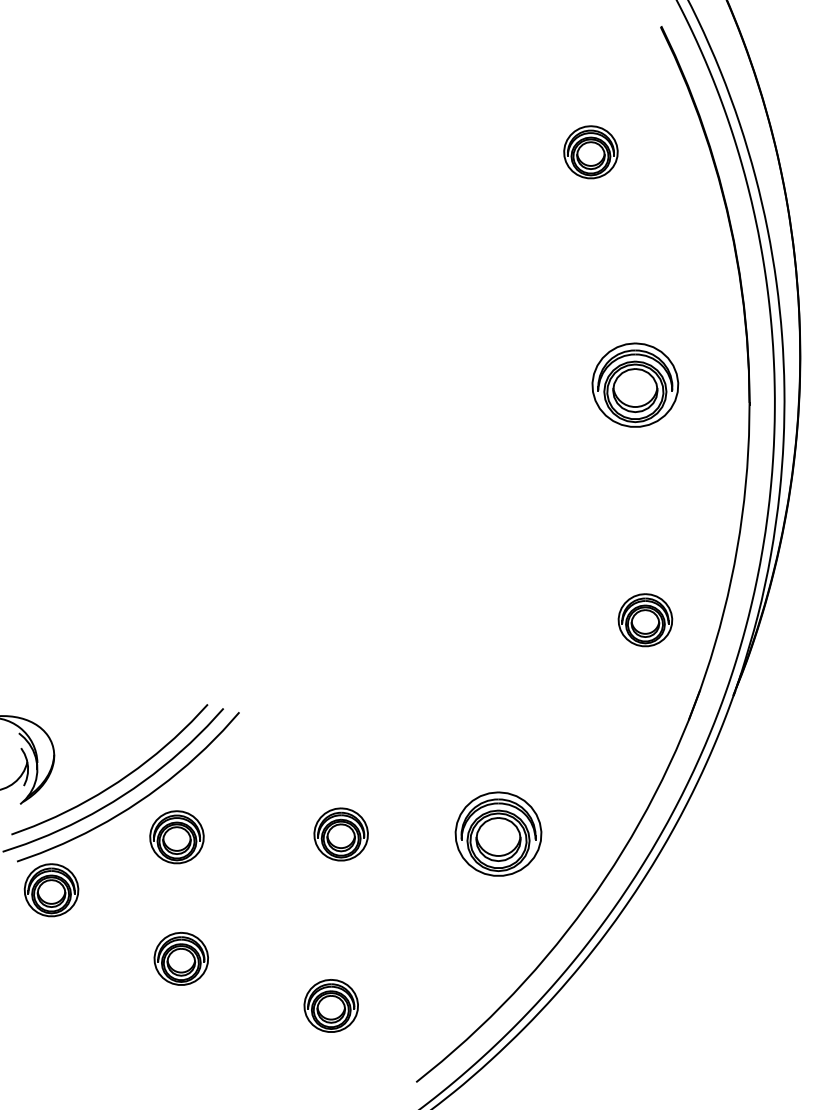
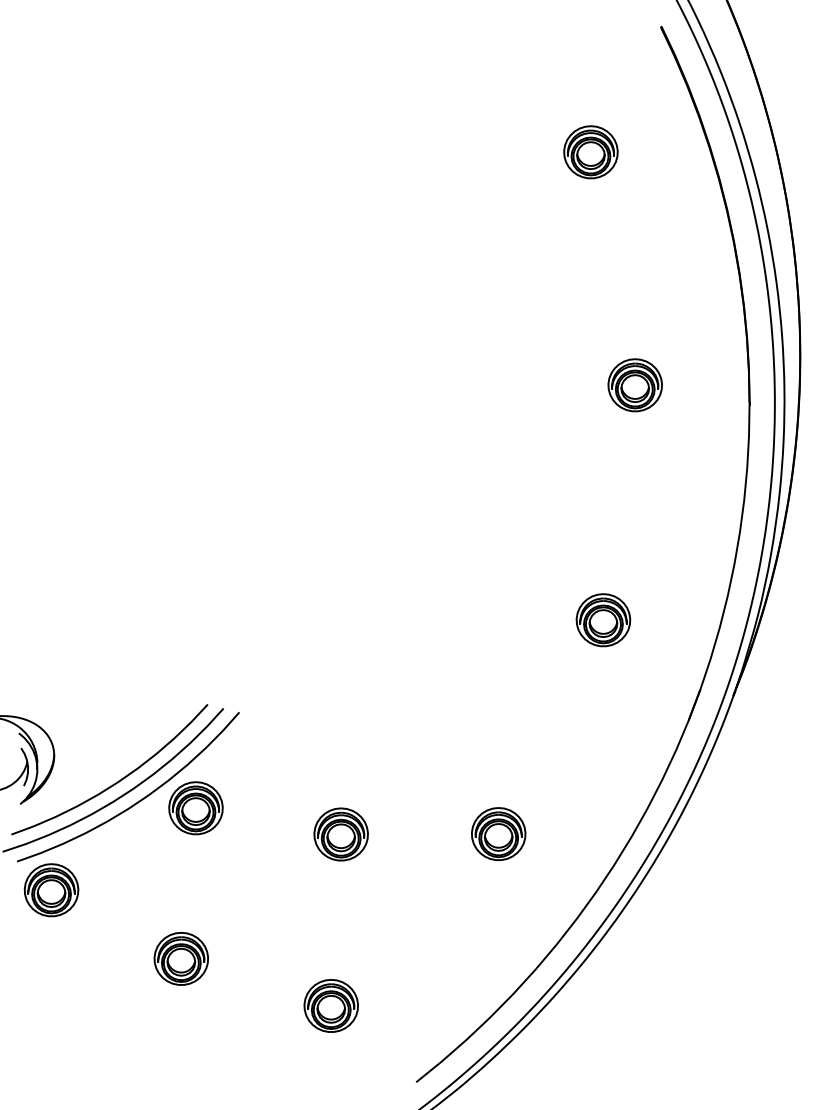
part at (635, 384) size: 89x86 px -> 56x55 px
part at (645, 620) position: (645, 620) -> (603, 620)
part at (498, 833) size: 89x86 px -> 56x54 px
part at (176, 837) position: (176, 837) -> (195, 808)
